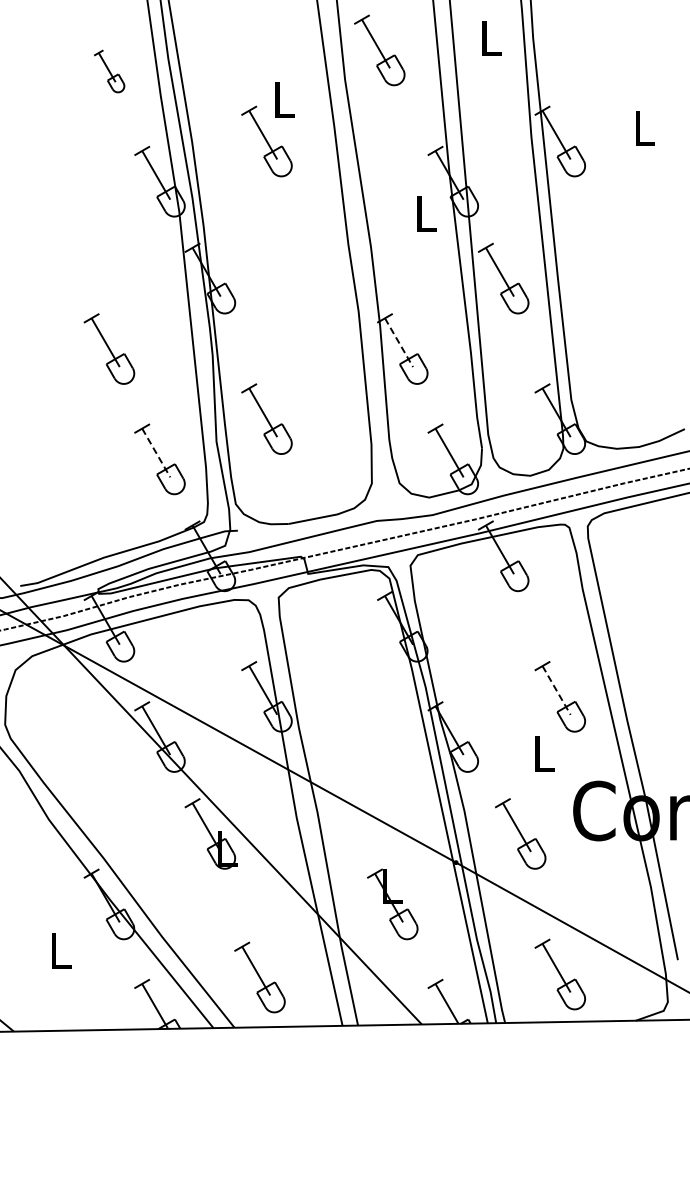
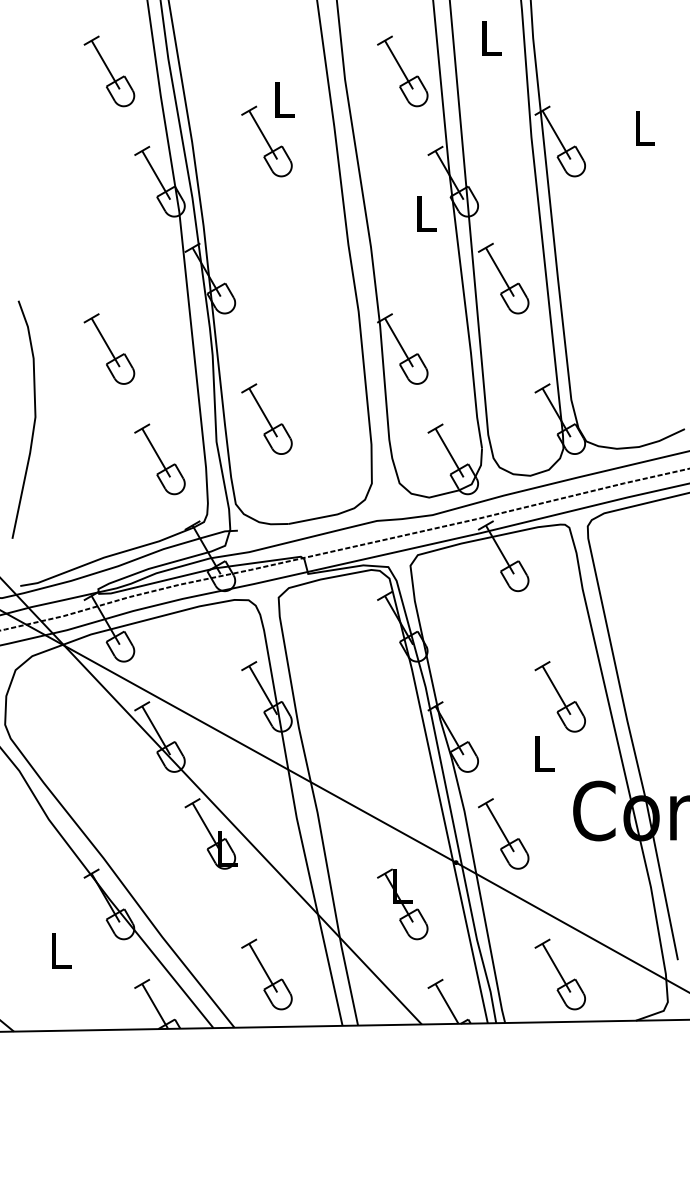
part at (379, 50) position: (379, 50) -> (402, 71)
part at (109, 71) size: 32x45 px -> 53x73 px
line at (399, 343): dashed -> solid
curve at (33, 421): none -> present
line at (156, 453): dashed -> solid
line at (556, 690): dashed -> solid
part at (520, 833) position: (520, 833) -> (503, 833)
part at (392, 904) position: (392, 904) -> (402, 904)
part at (259, 977) position: (259, 977) -> (266, 974)
